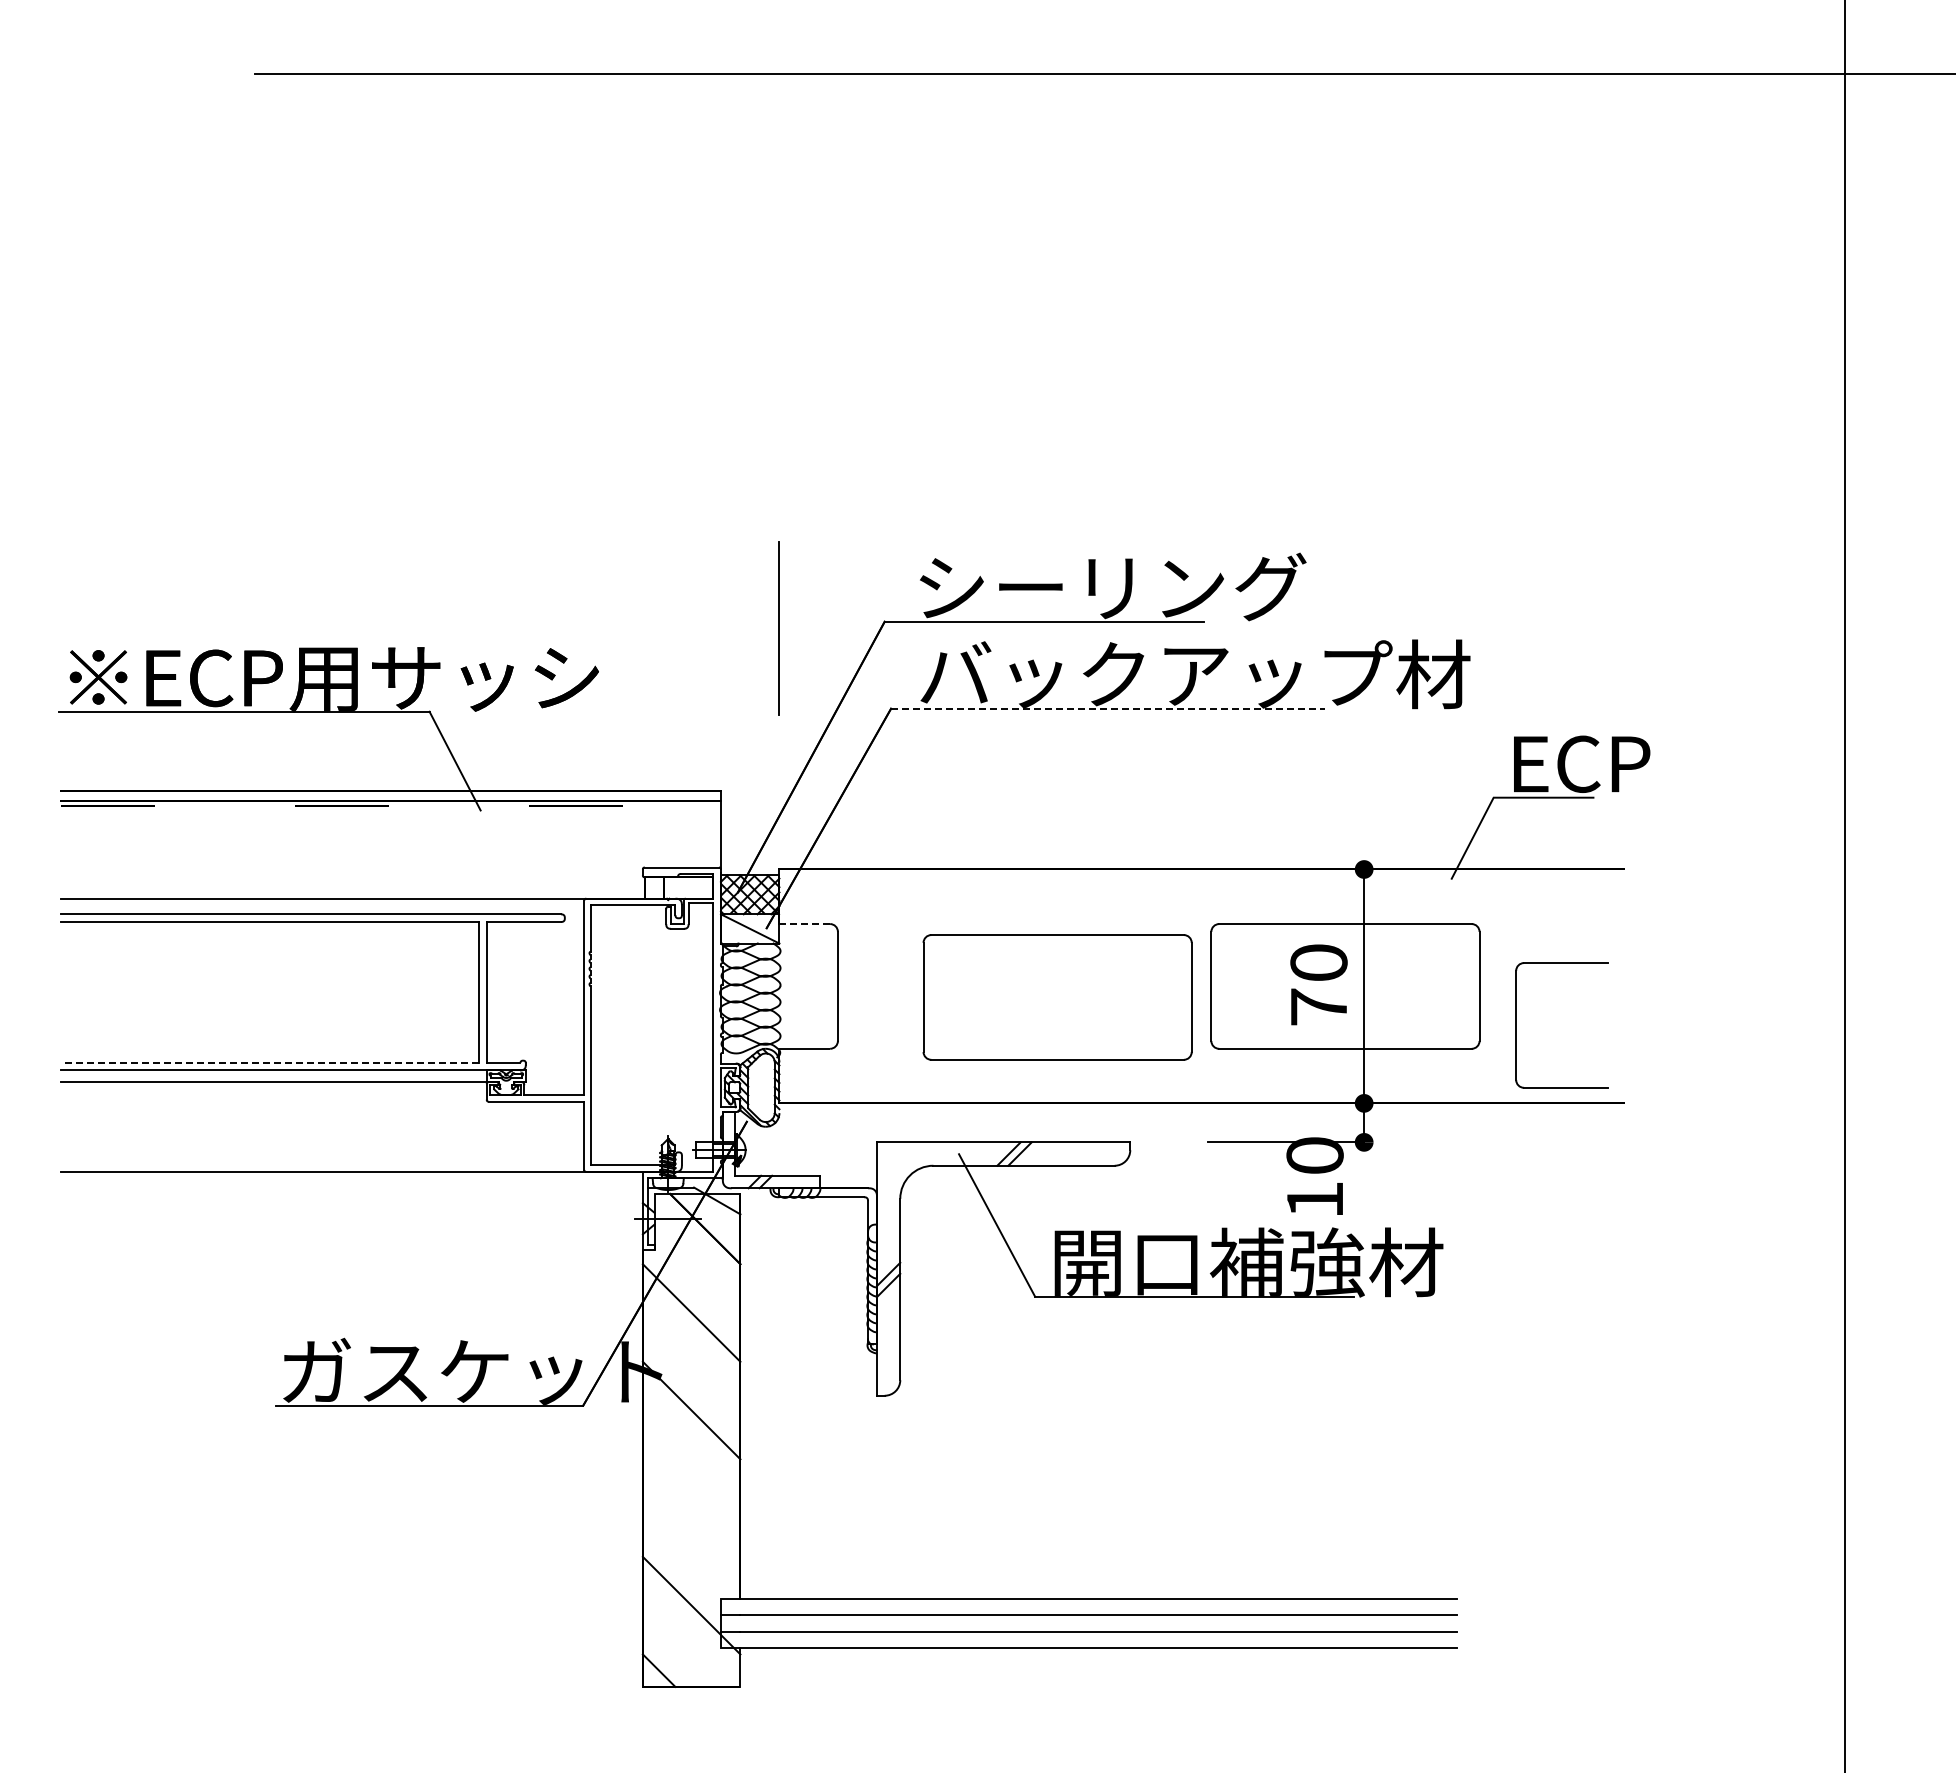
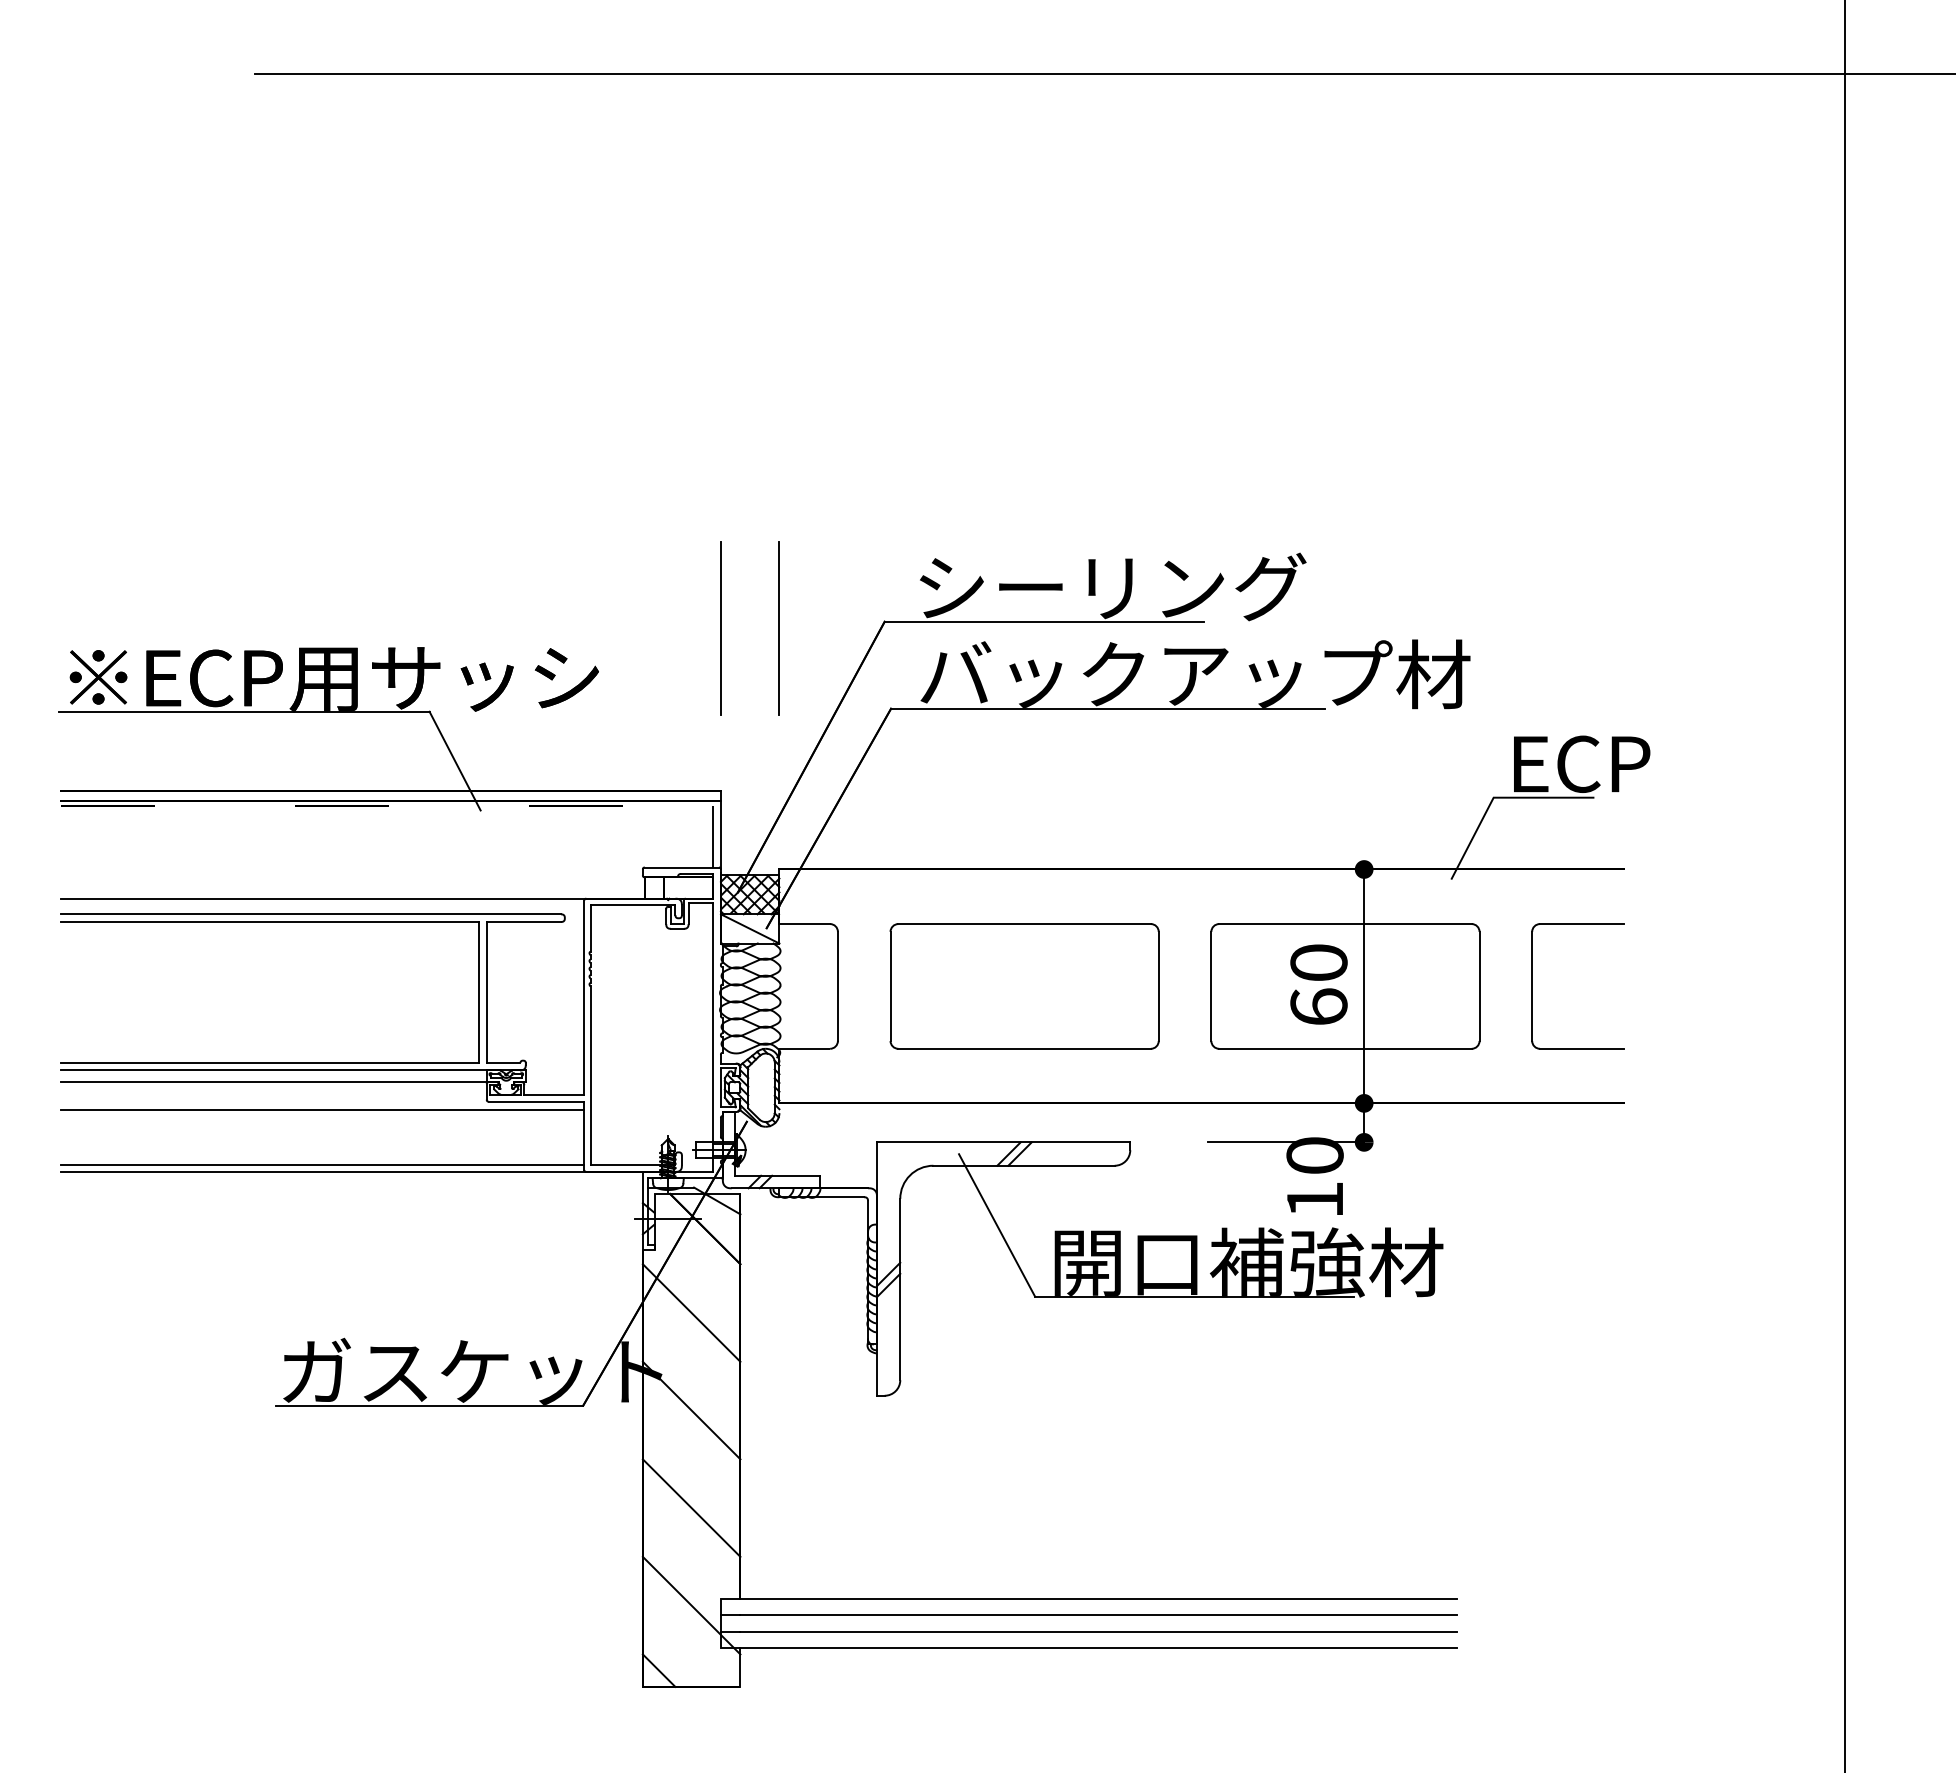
line at (720, 628): none -> present
line at (1107, 708): dashed -> solid
line at (713, 836): none -> present
line at (804, 924): dashed -> solid
part at (1057, 997) position: (1057, 997) -> (1024, 986)
text at (1318, 1006): 70 -> 60
part at (1516, 1025) position: (1516, 1025) -> (1532, 986)
line at (270, 1062): dashed -> solid
line at (322, 1110): none -> present
line at (322, 1164): none -> present
line at (691, 1507): none -> present
